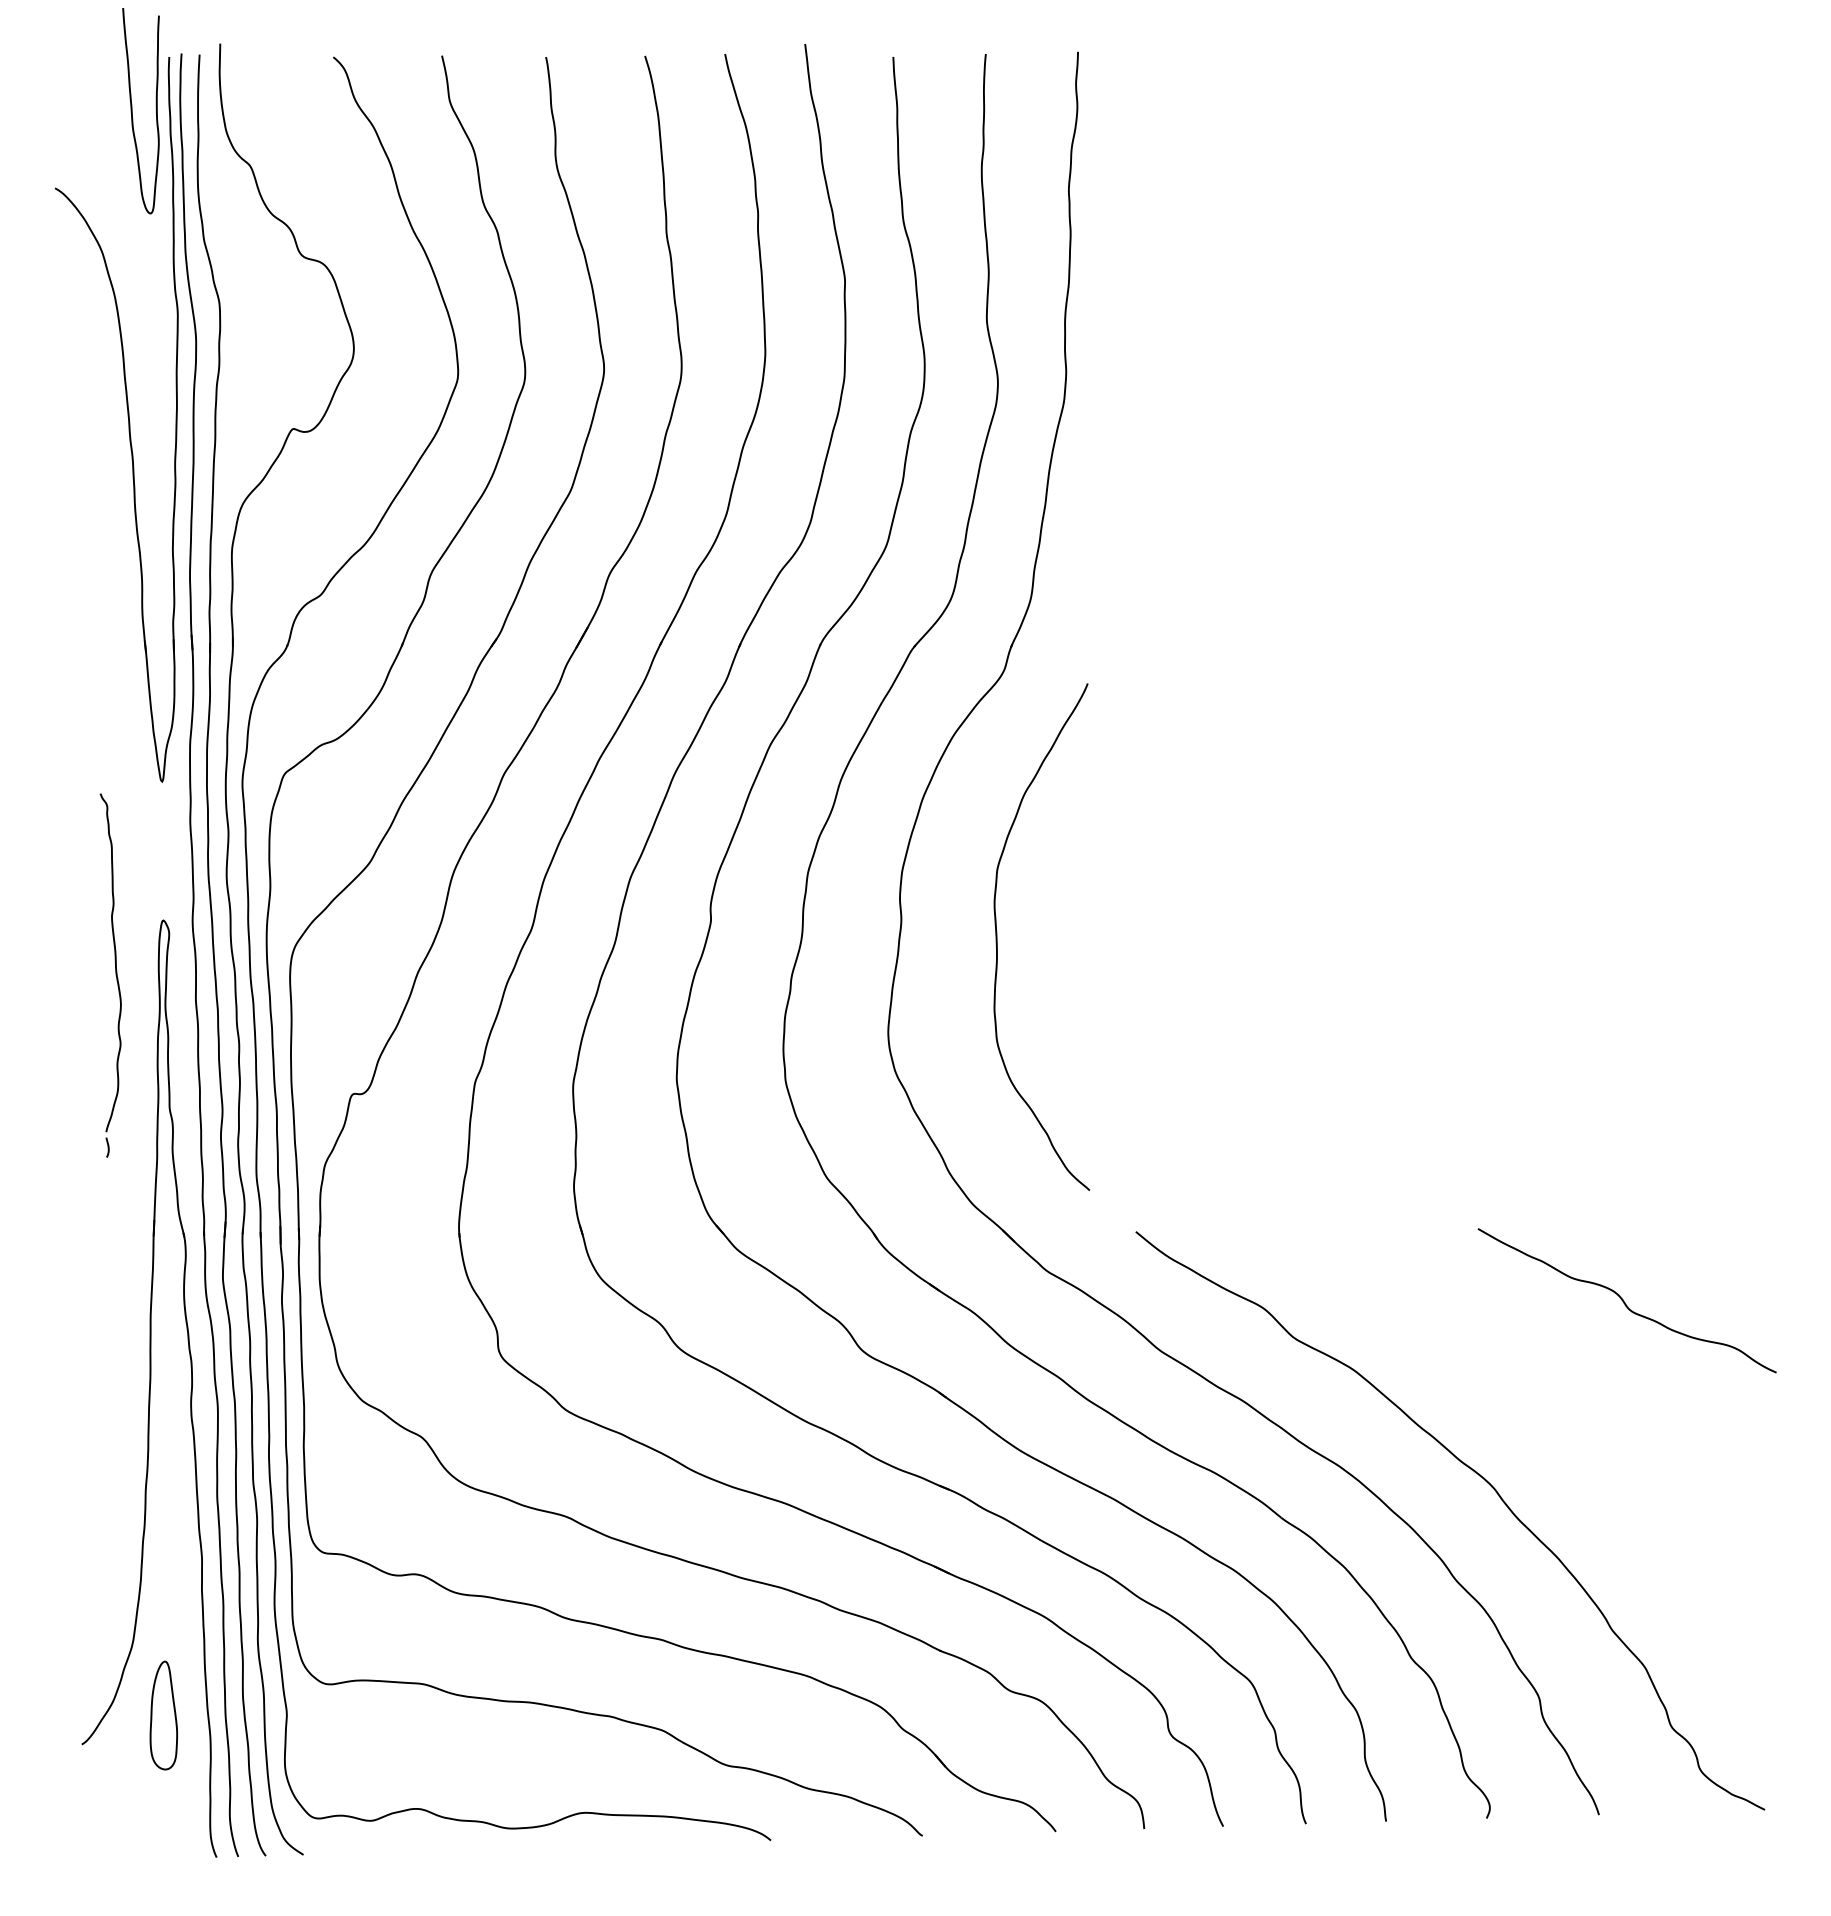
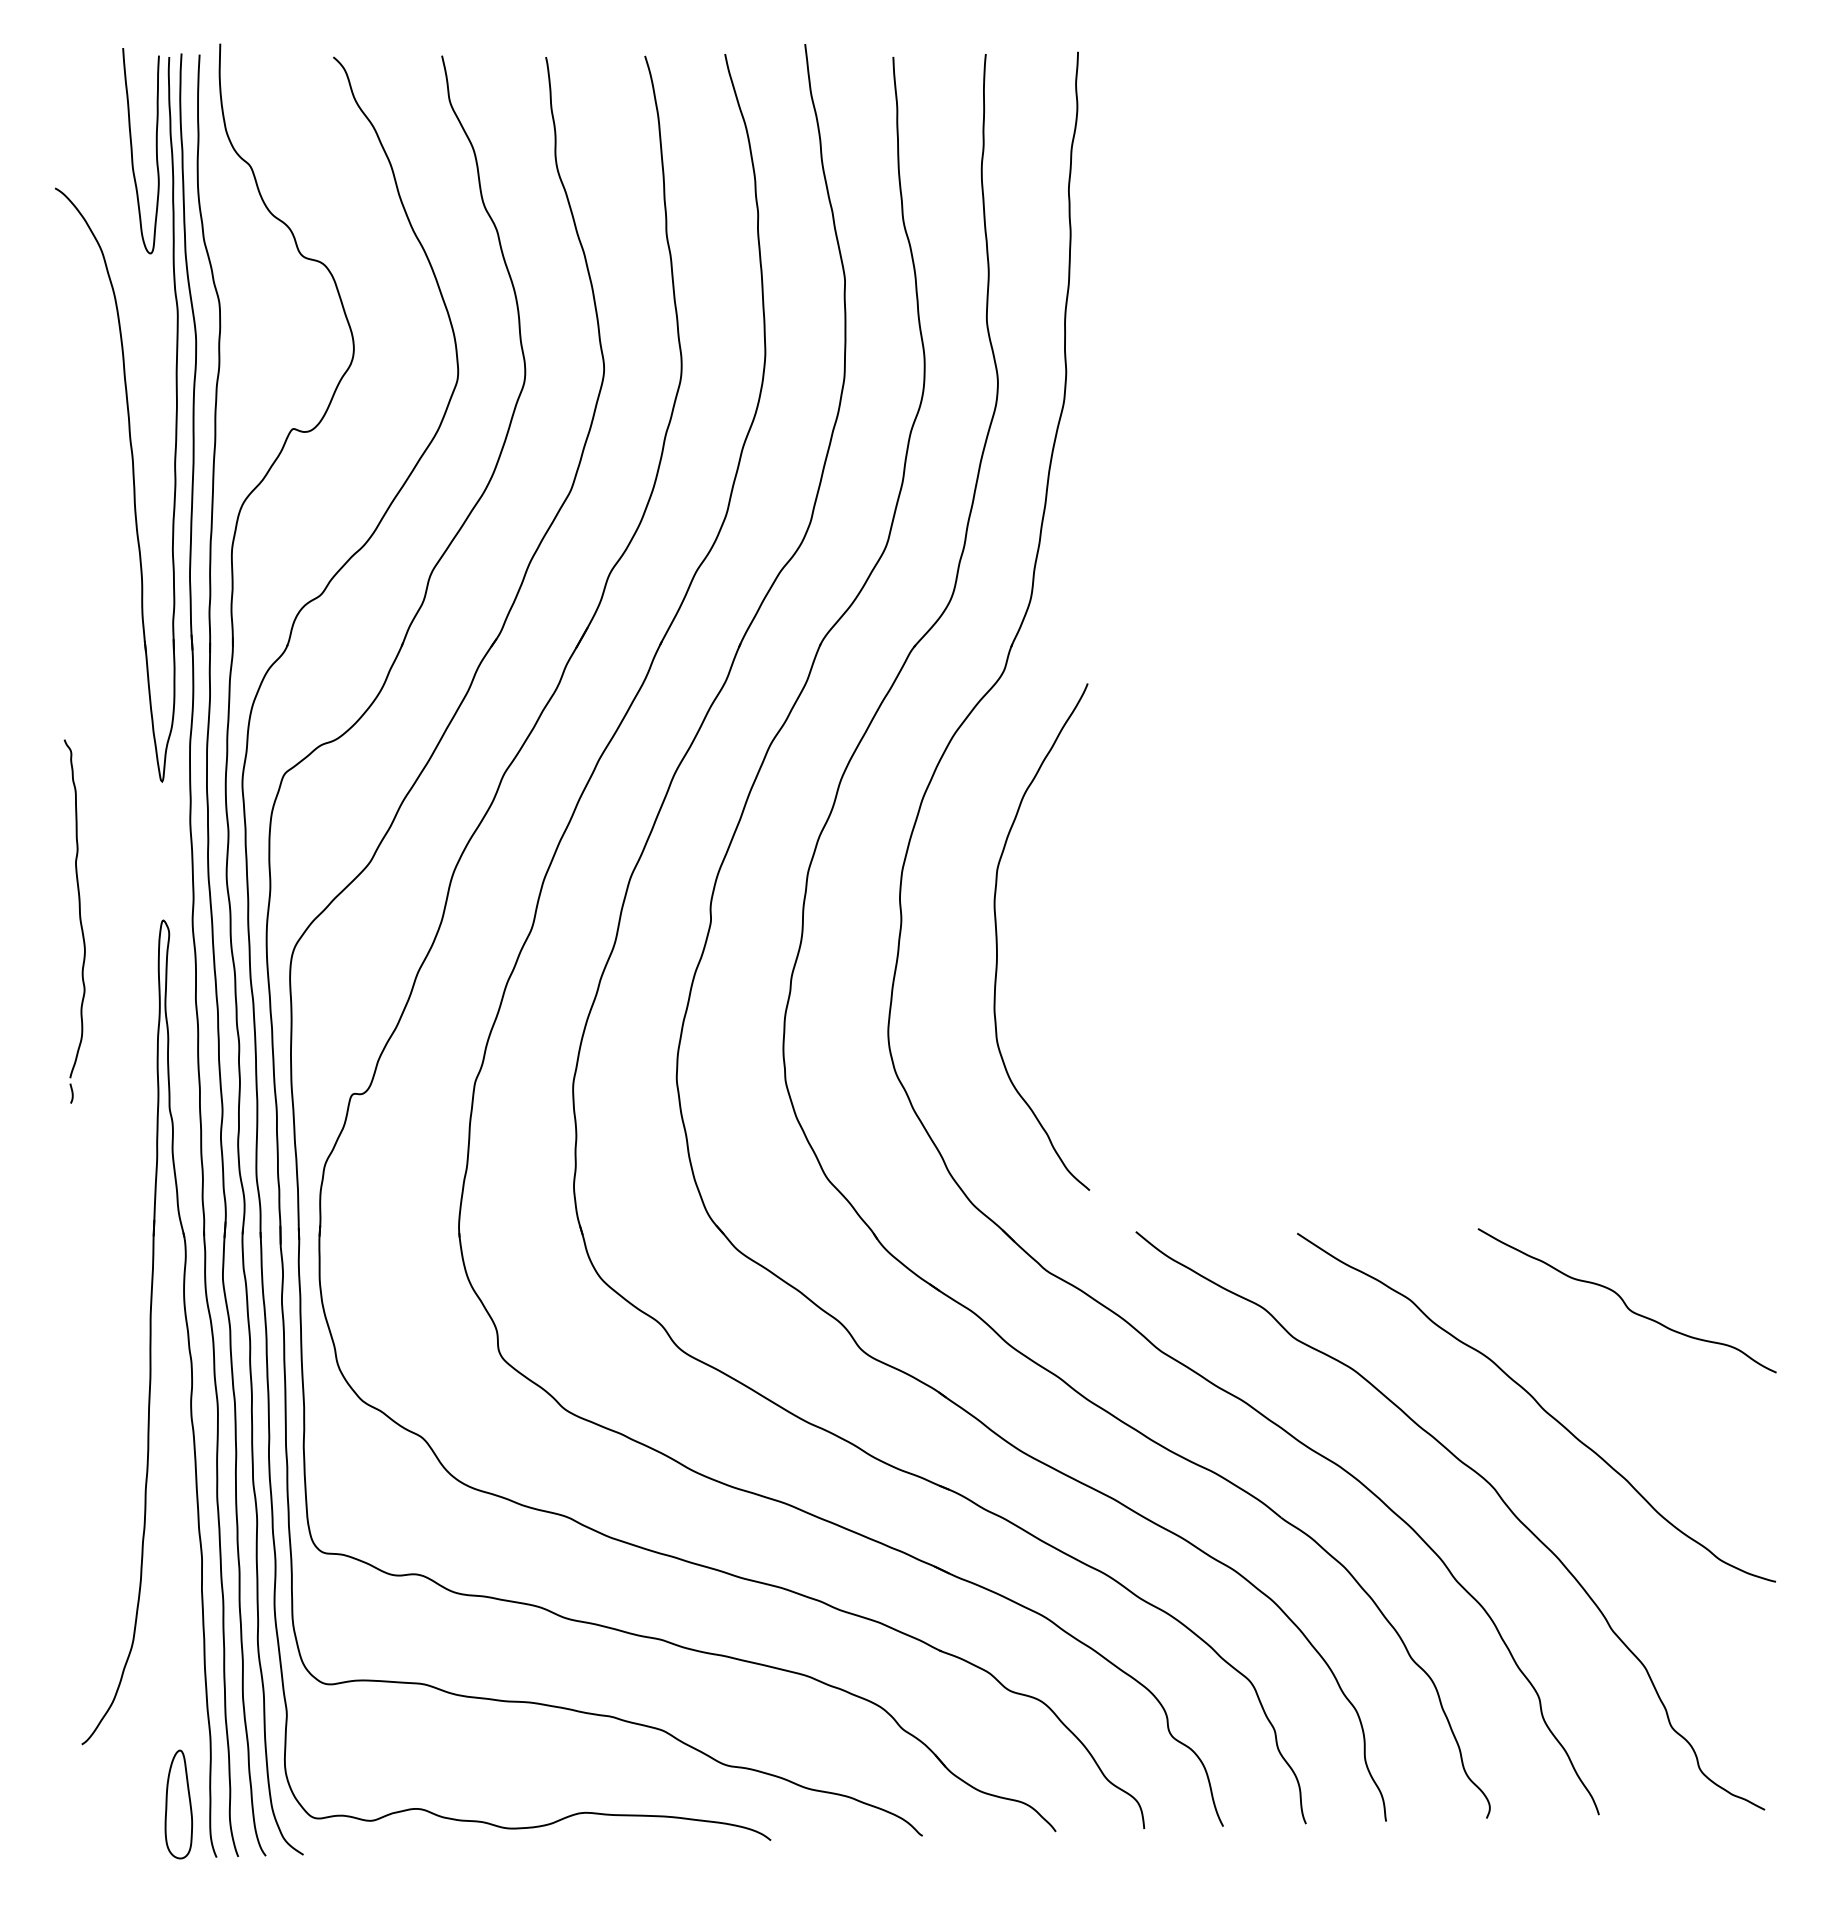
curve at (132, 111) position: (132, 111) -> (132, 151)
part at (110, 975) position: (110, 975) -> (74, 921)
curve at (1538, 1405): none -> present
part at (163, 1715) position: (163, 1715) -> (178, 1804)
